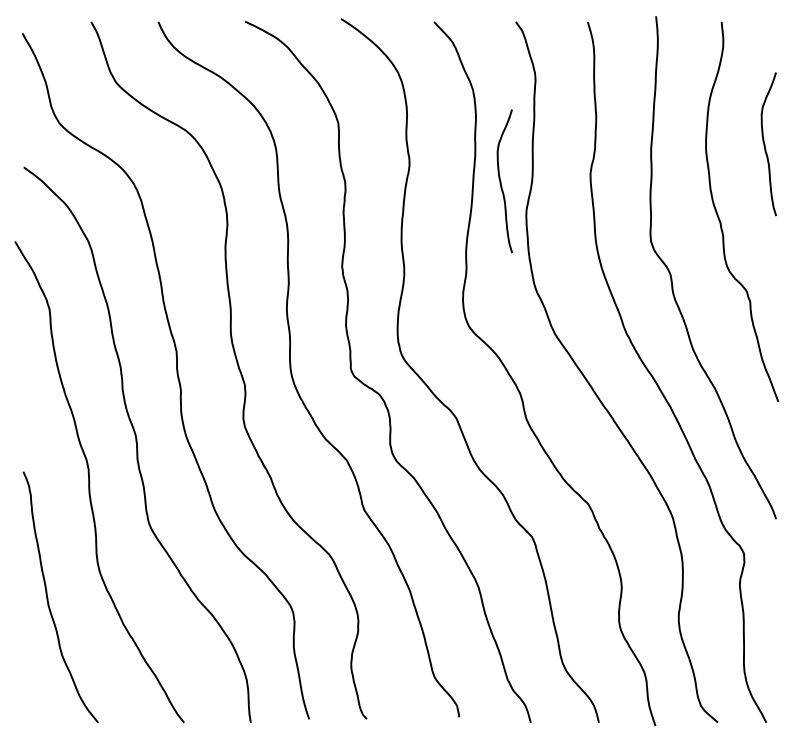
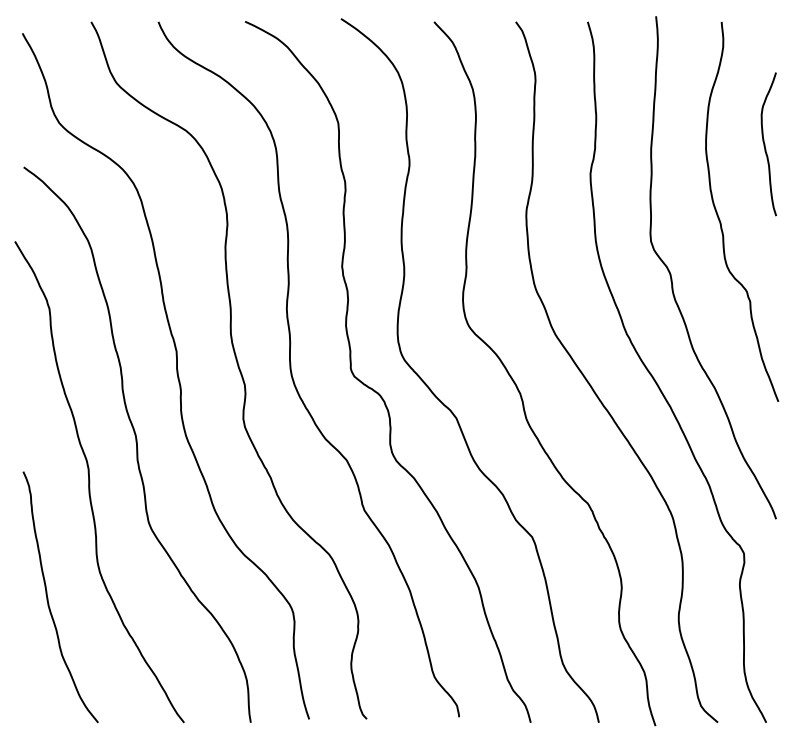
curve at (501, 181): present -> none
